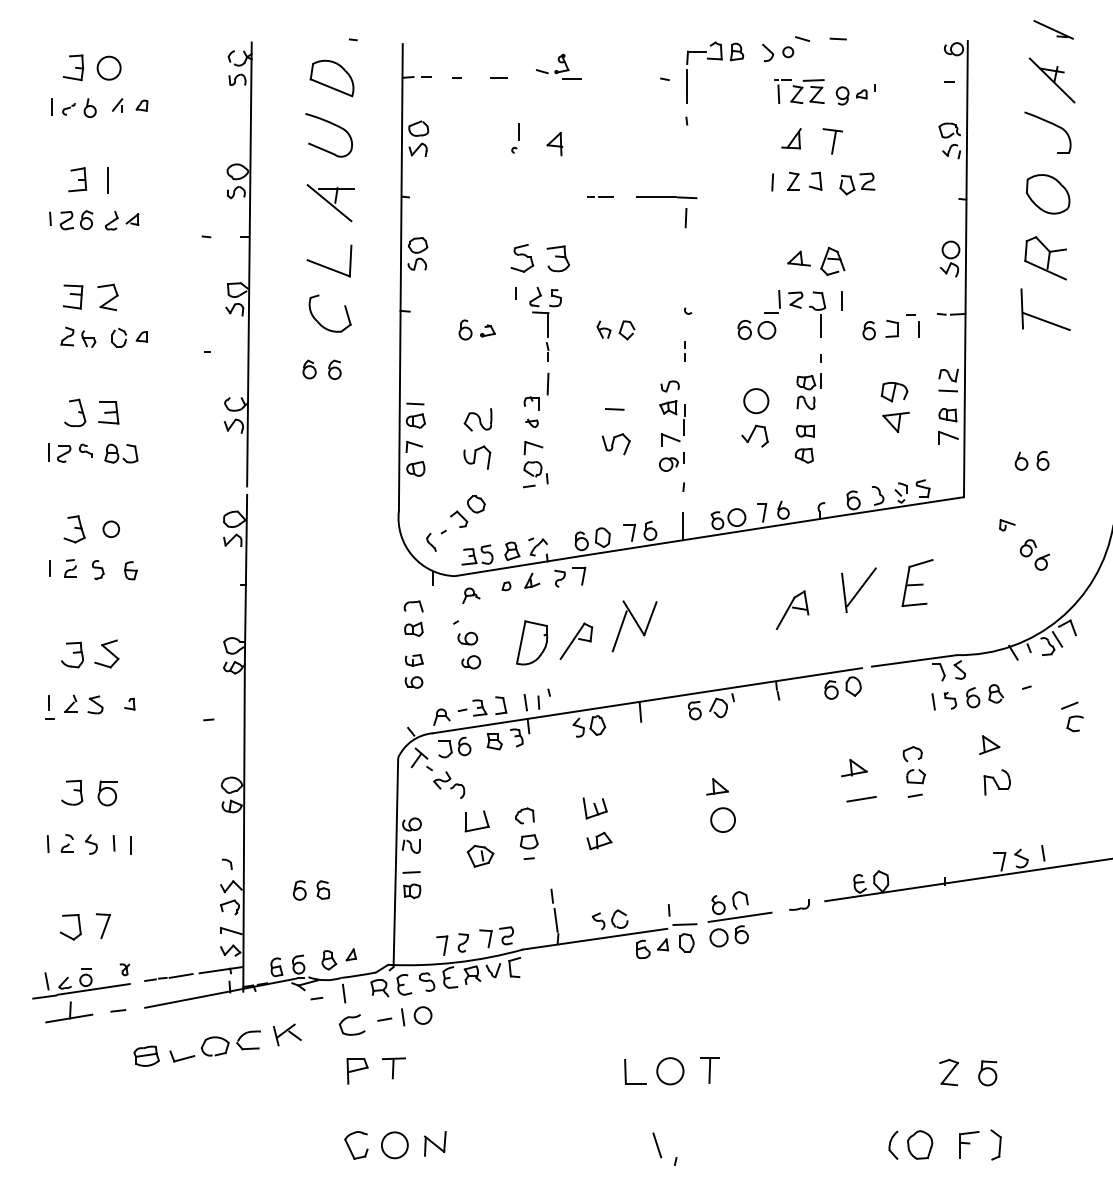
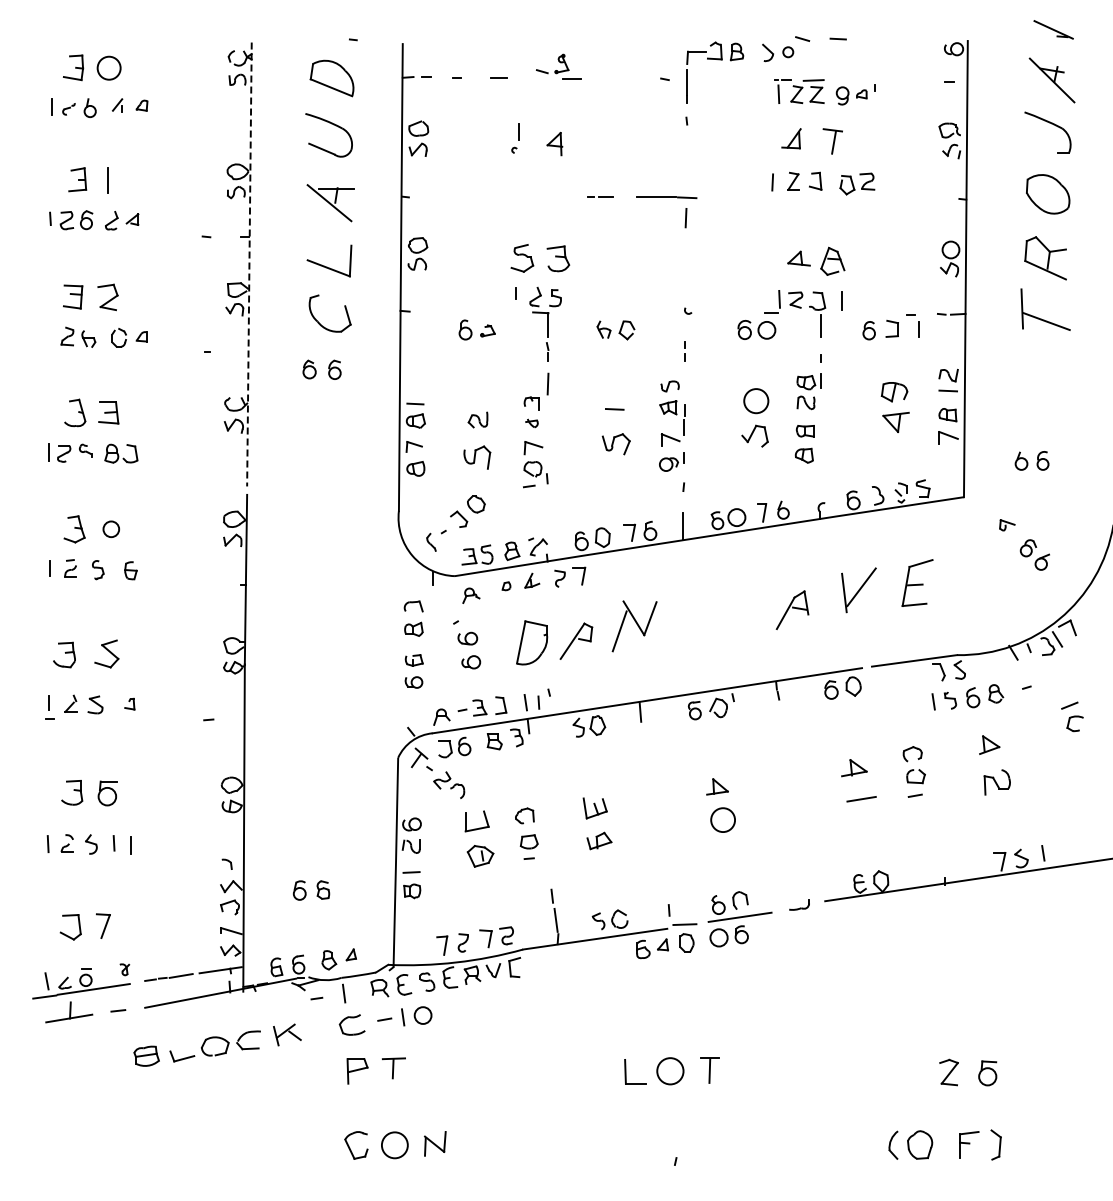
line at (249, 264): solid -> dashed
part at (477, 419) size: 30x24 px -> 22x18 px
part at (72, 654) position: (72, 654) -> (64, 654)
line at (657, 1145): present -> none
